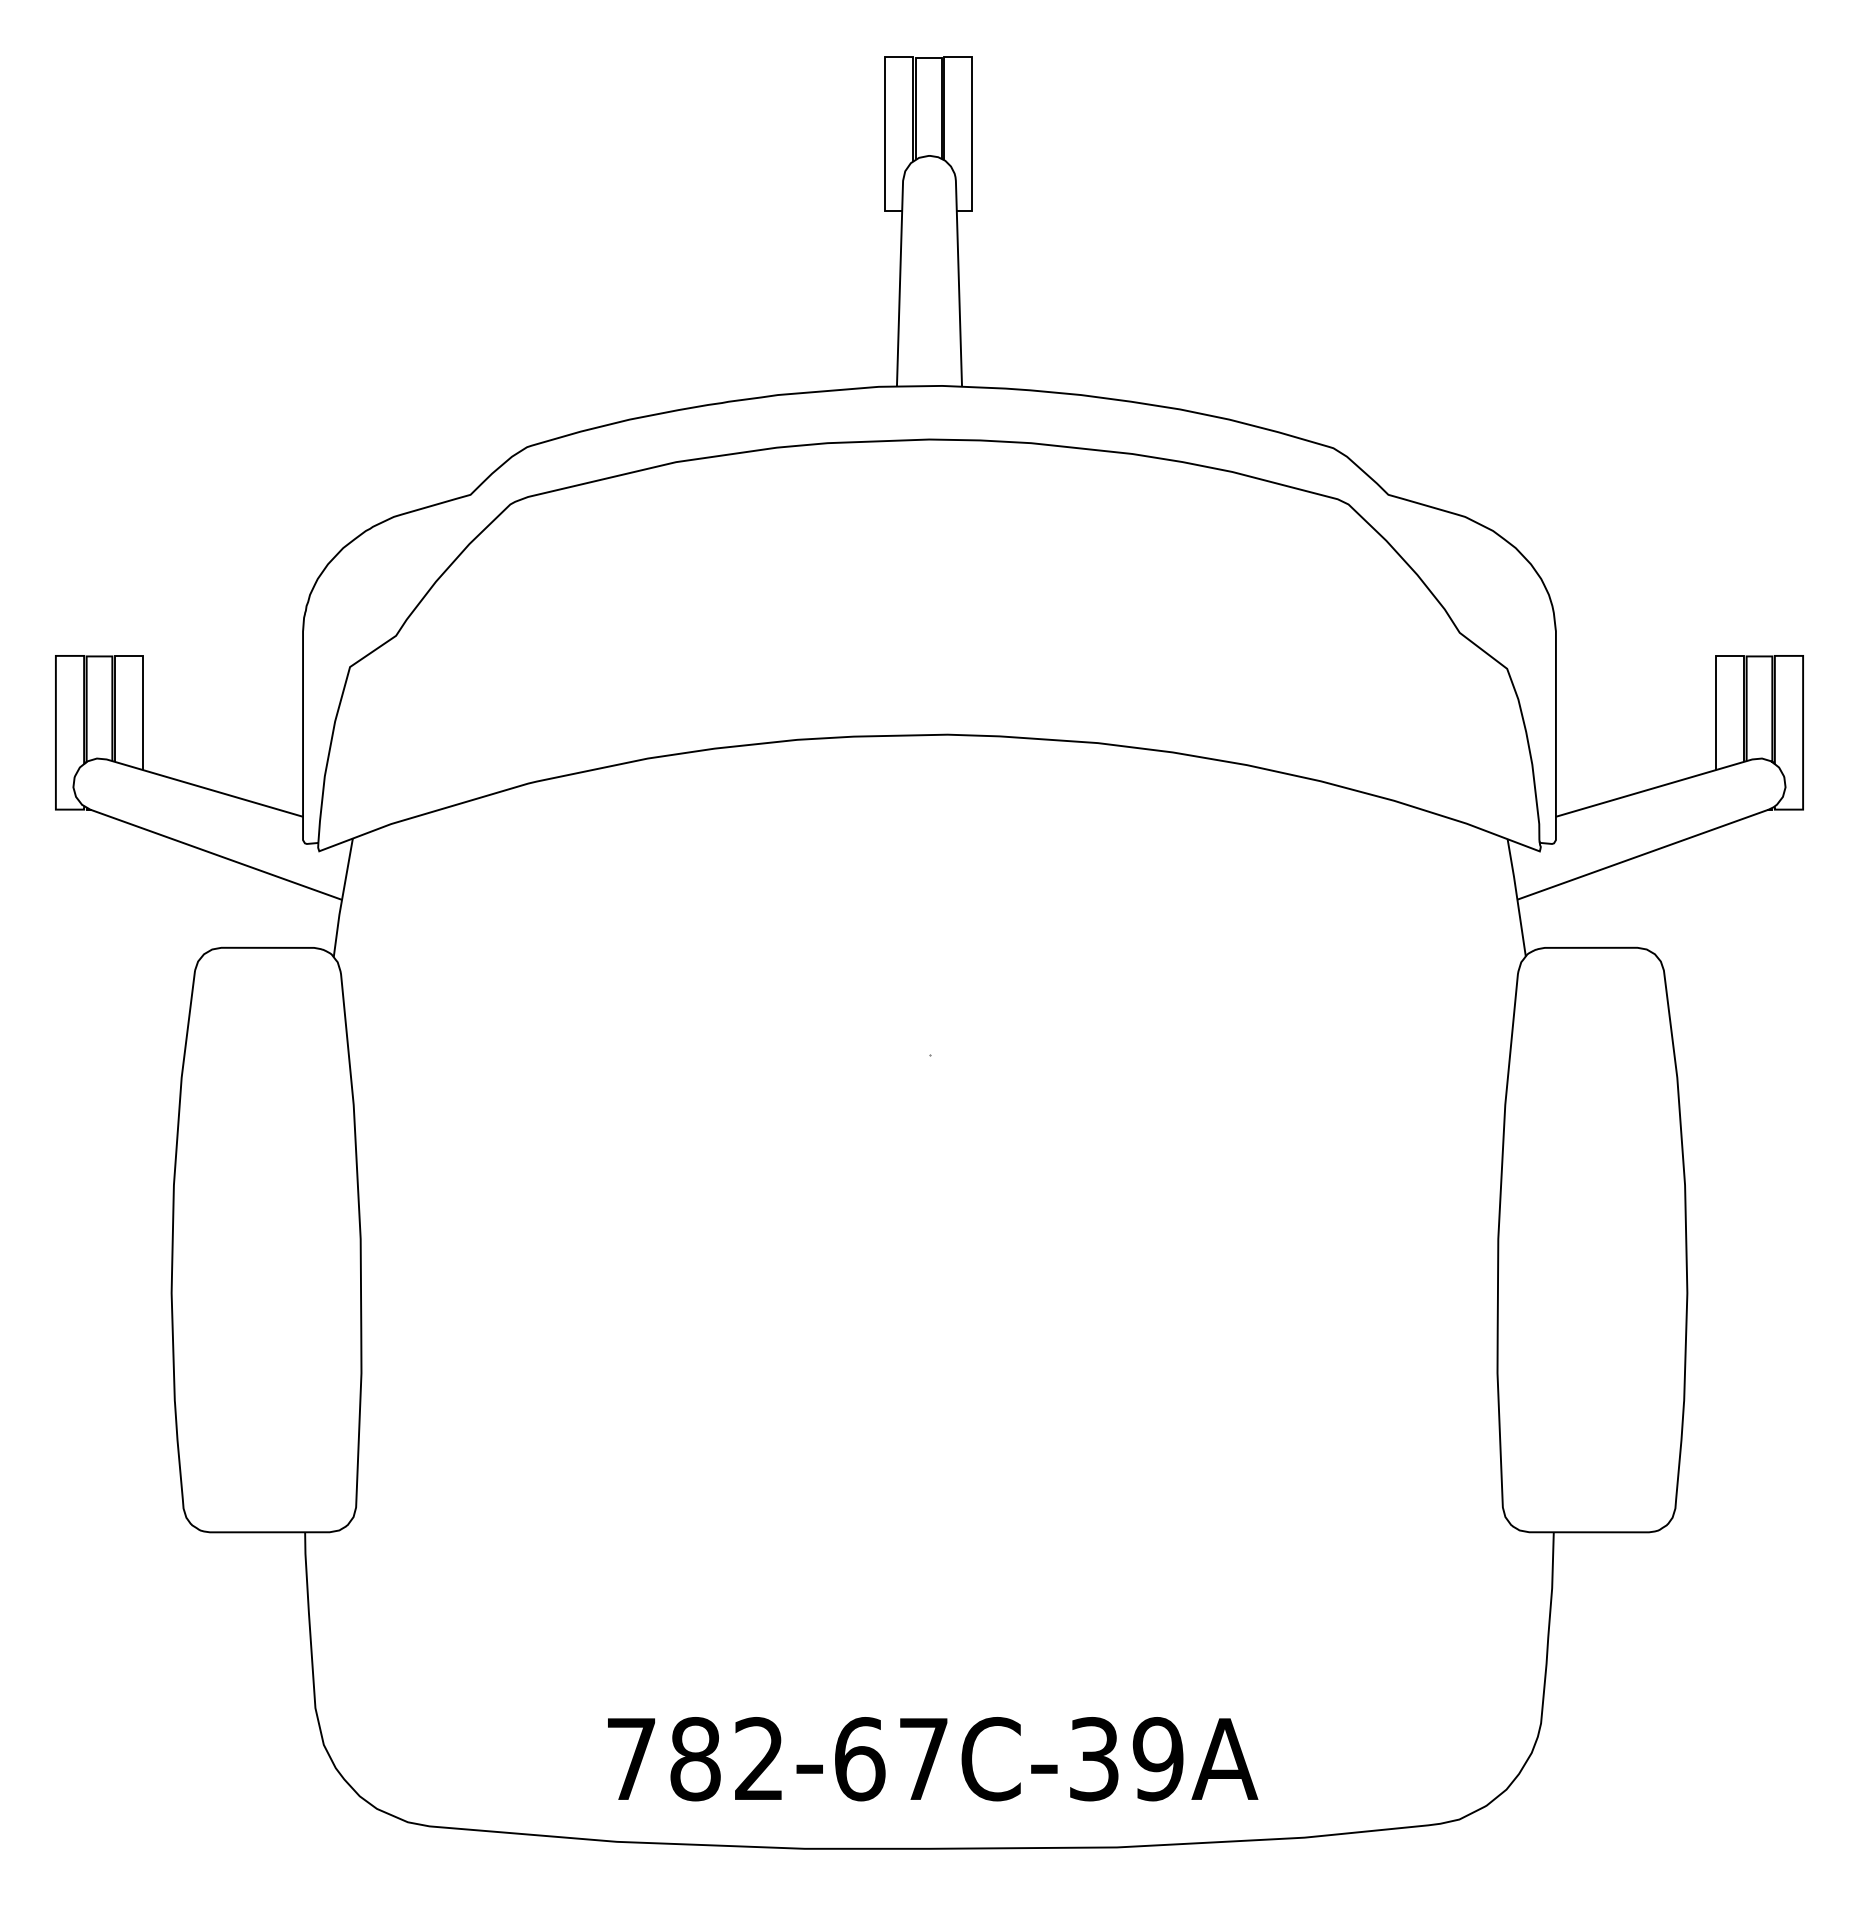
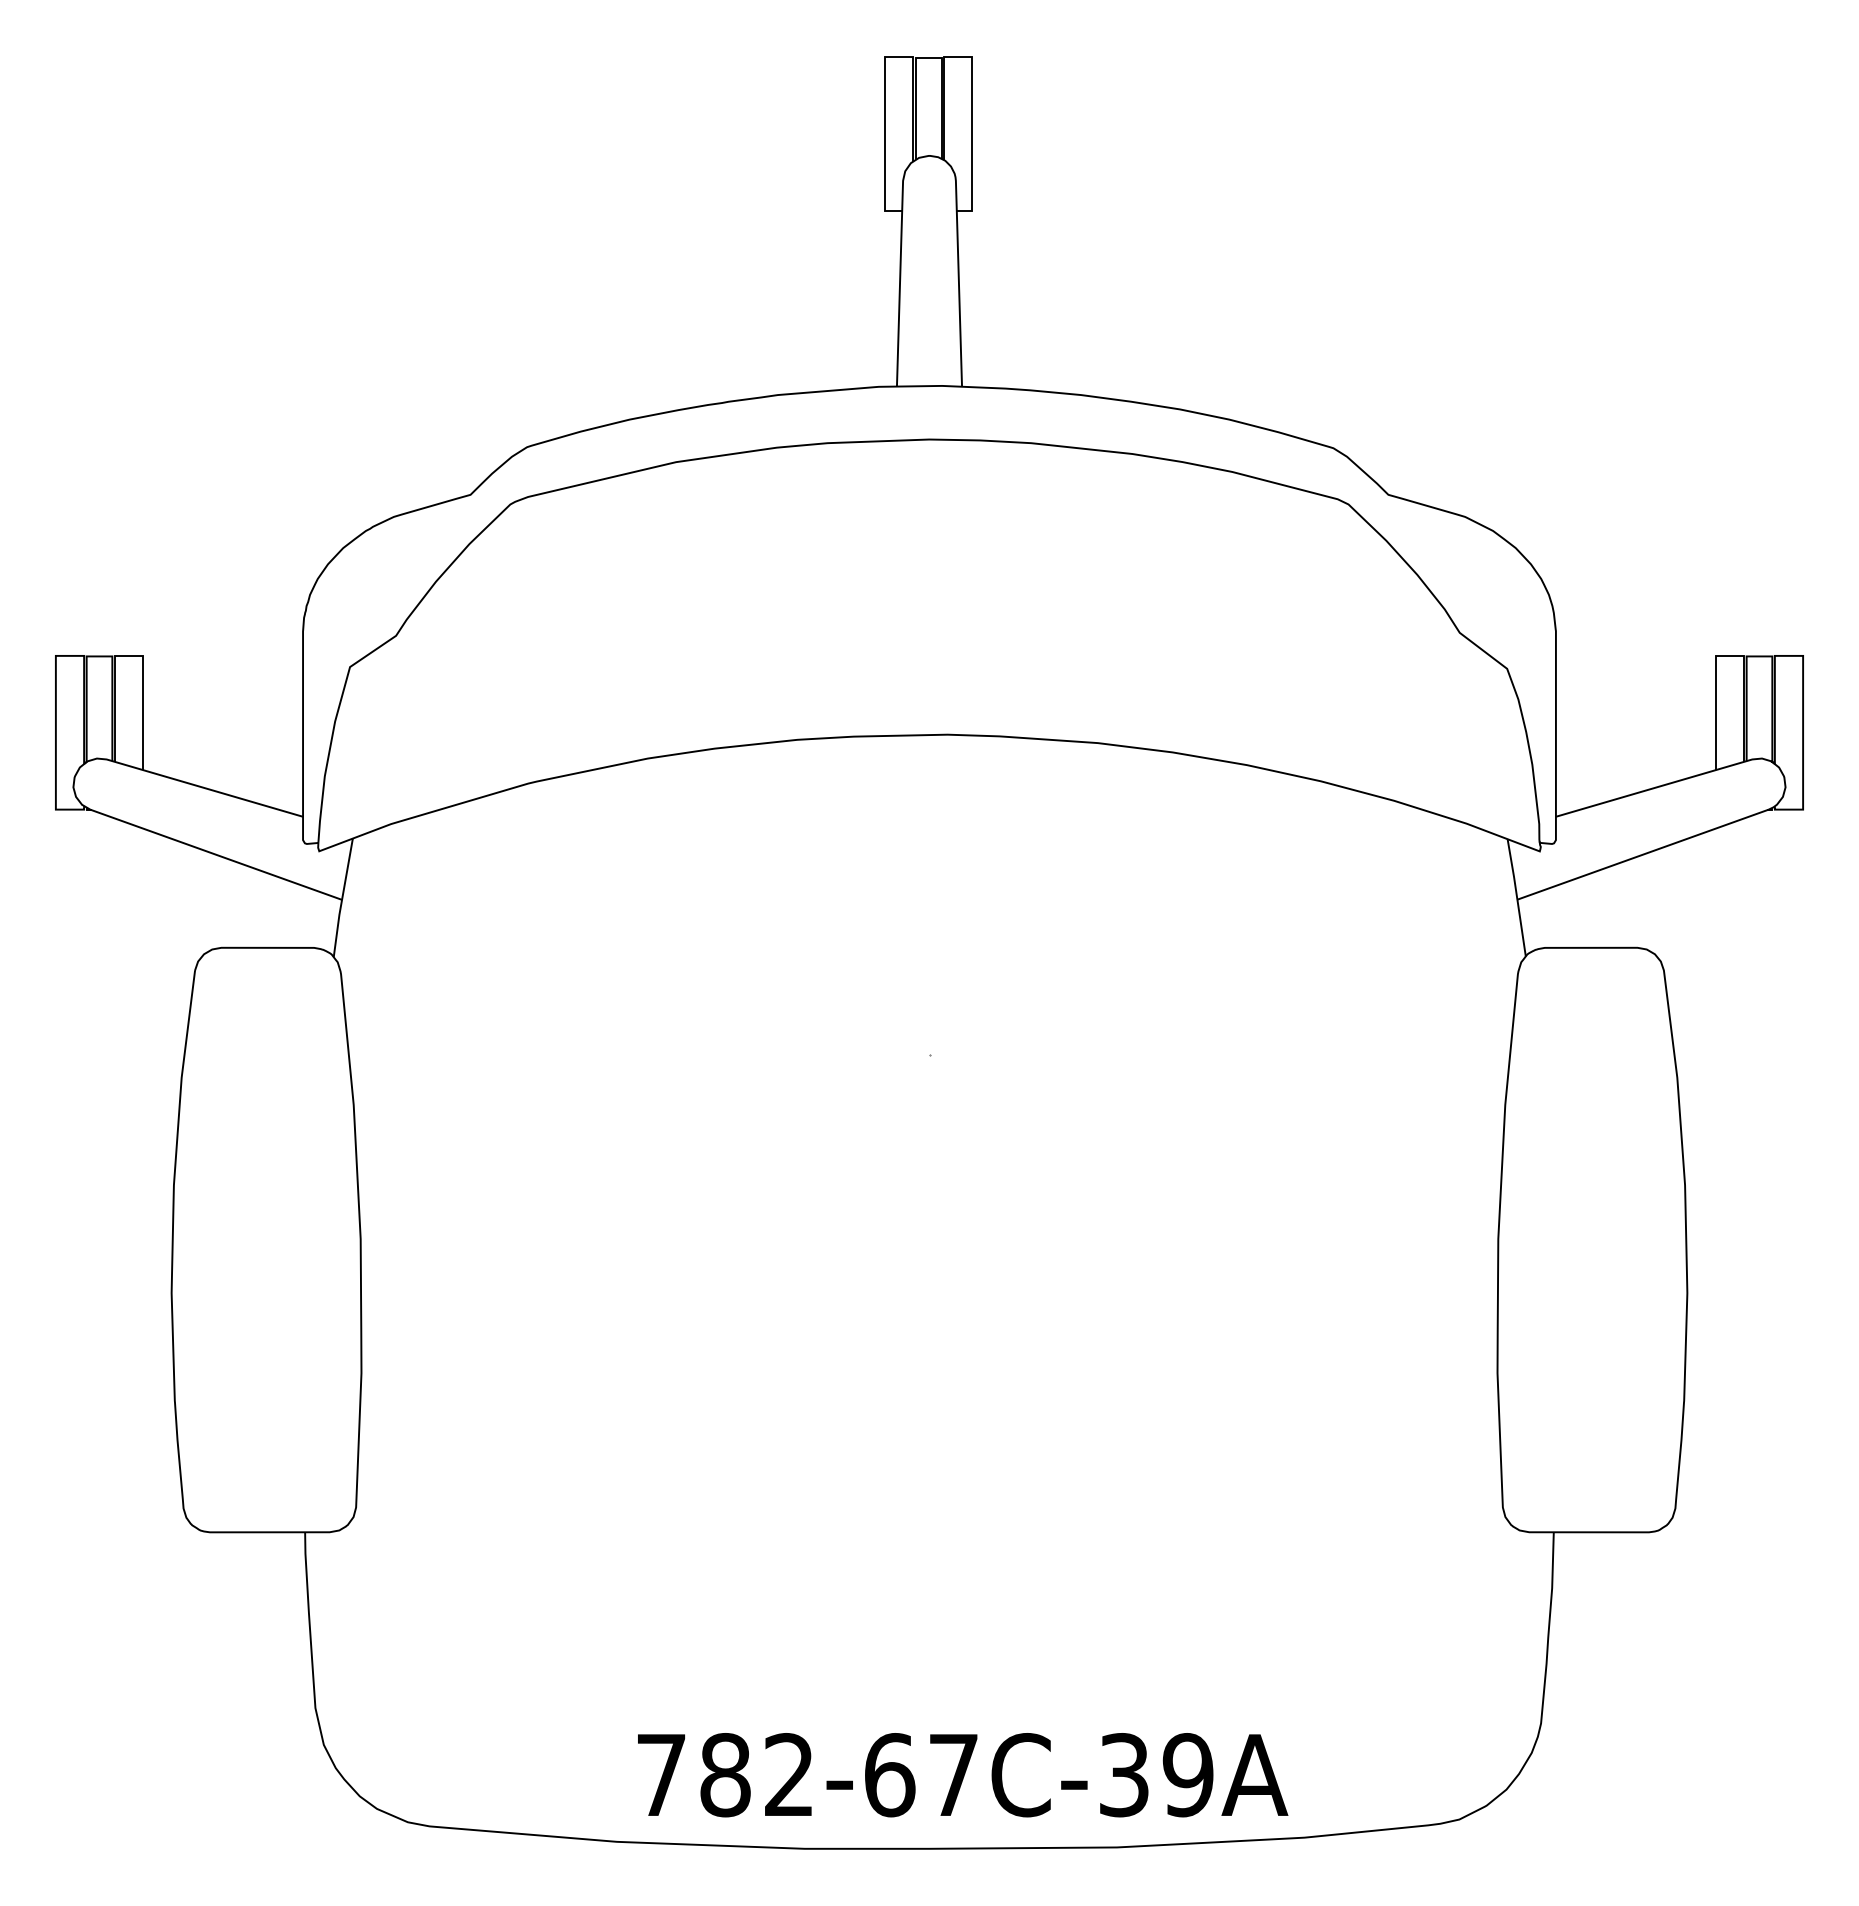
text at (933, 1759) position: (933, 1759) -> (963, 1775)
